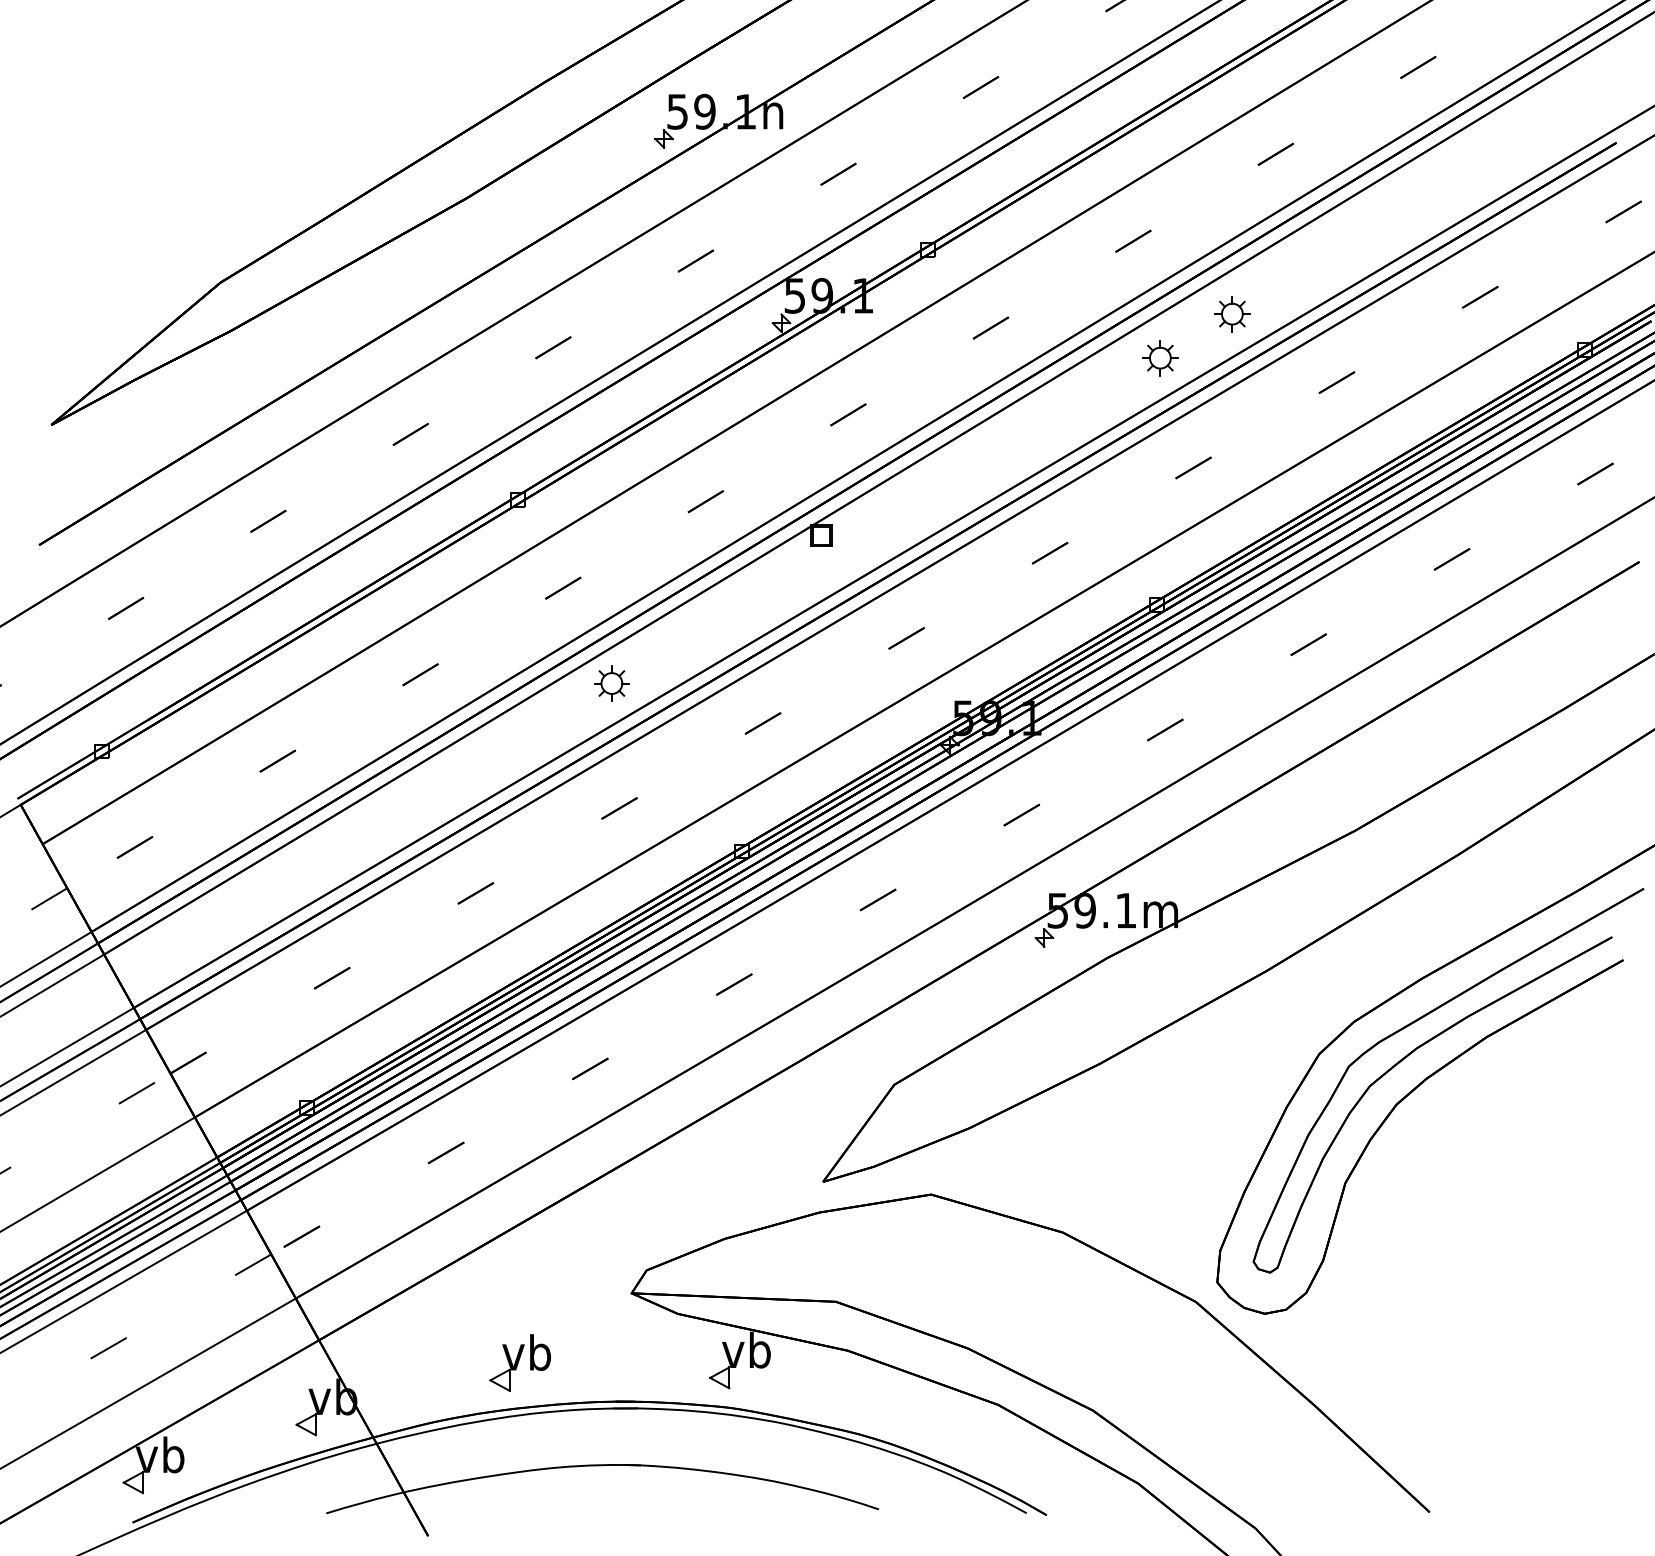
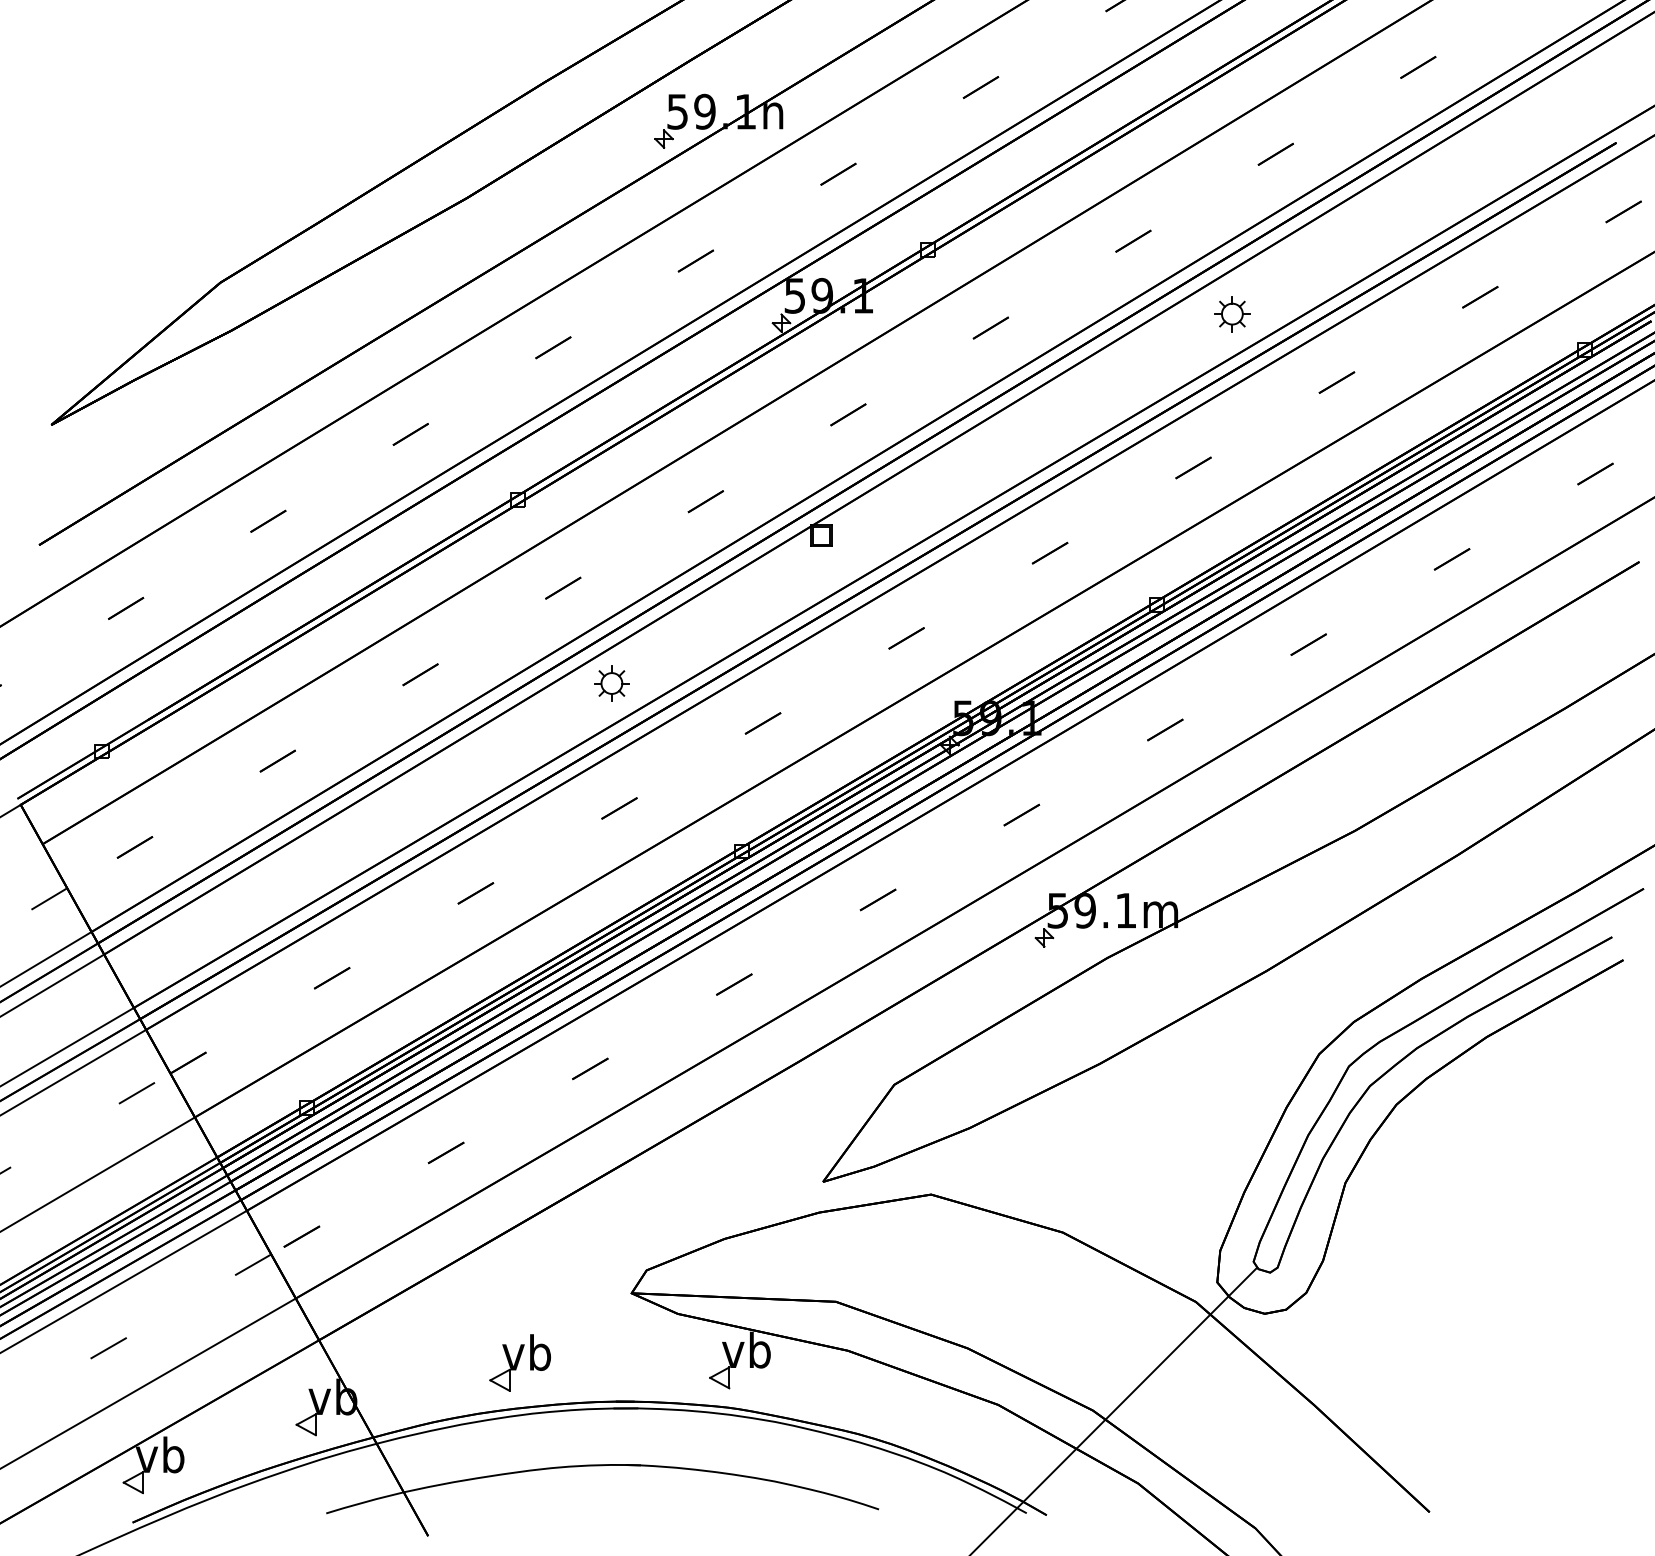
part at (1160, 358): present -> none
line at (1114, 1409): none -> present
